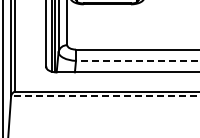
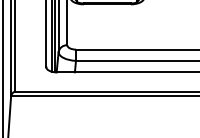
line at (137, 60): dashed -> solid
line at (105, 96): dashed -> solid
